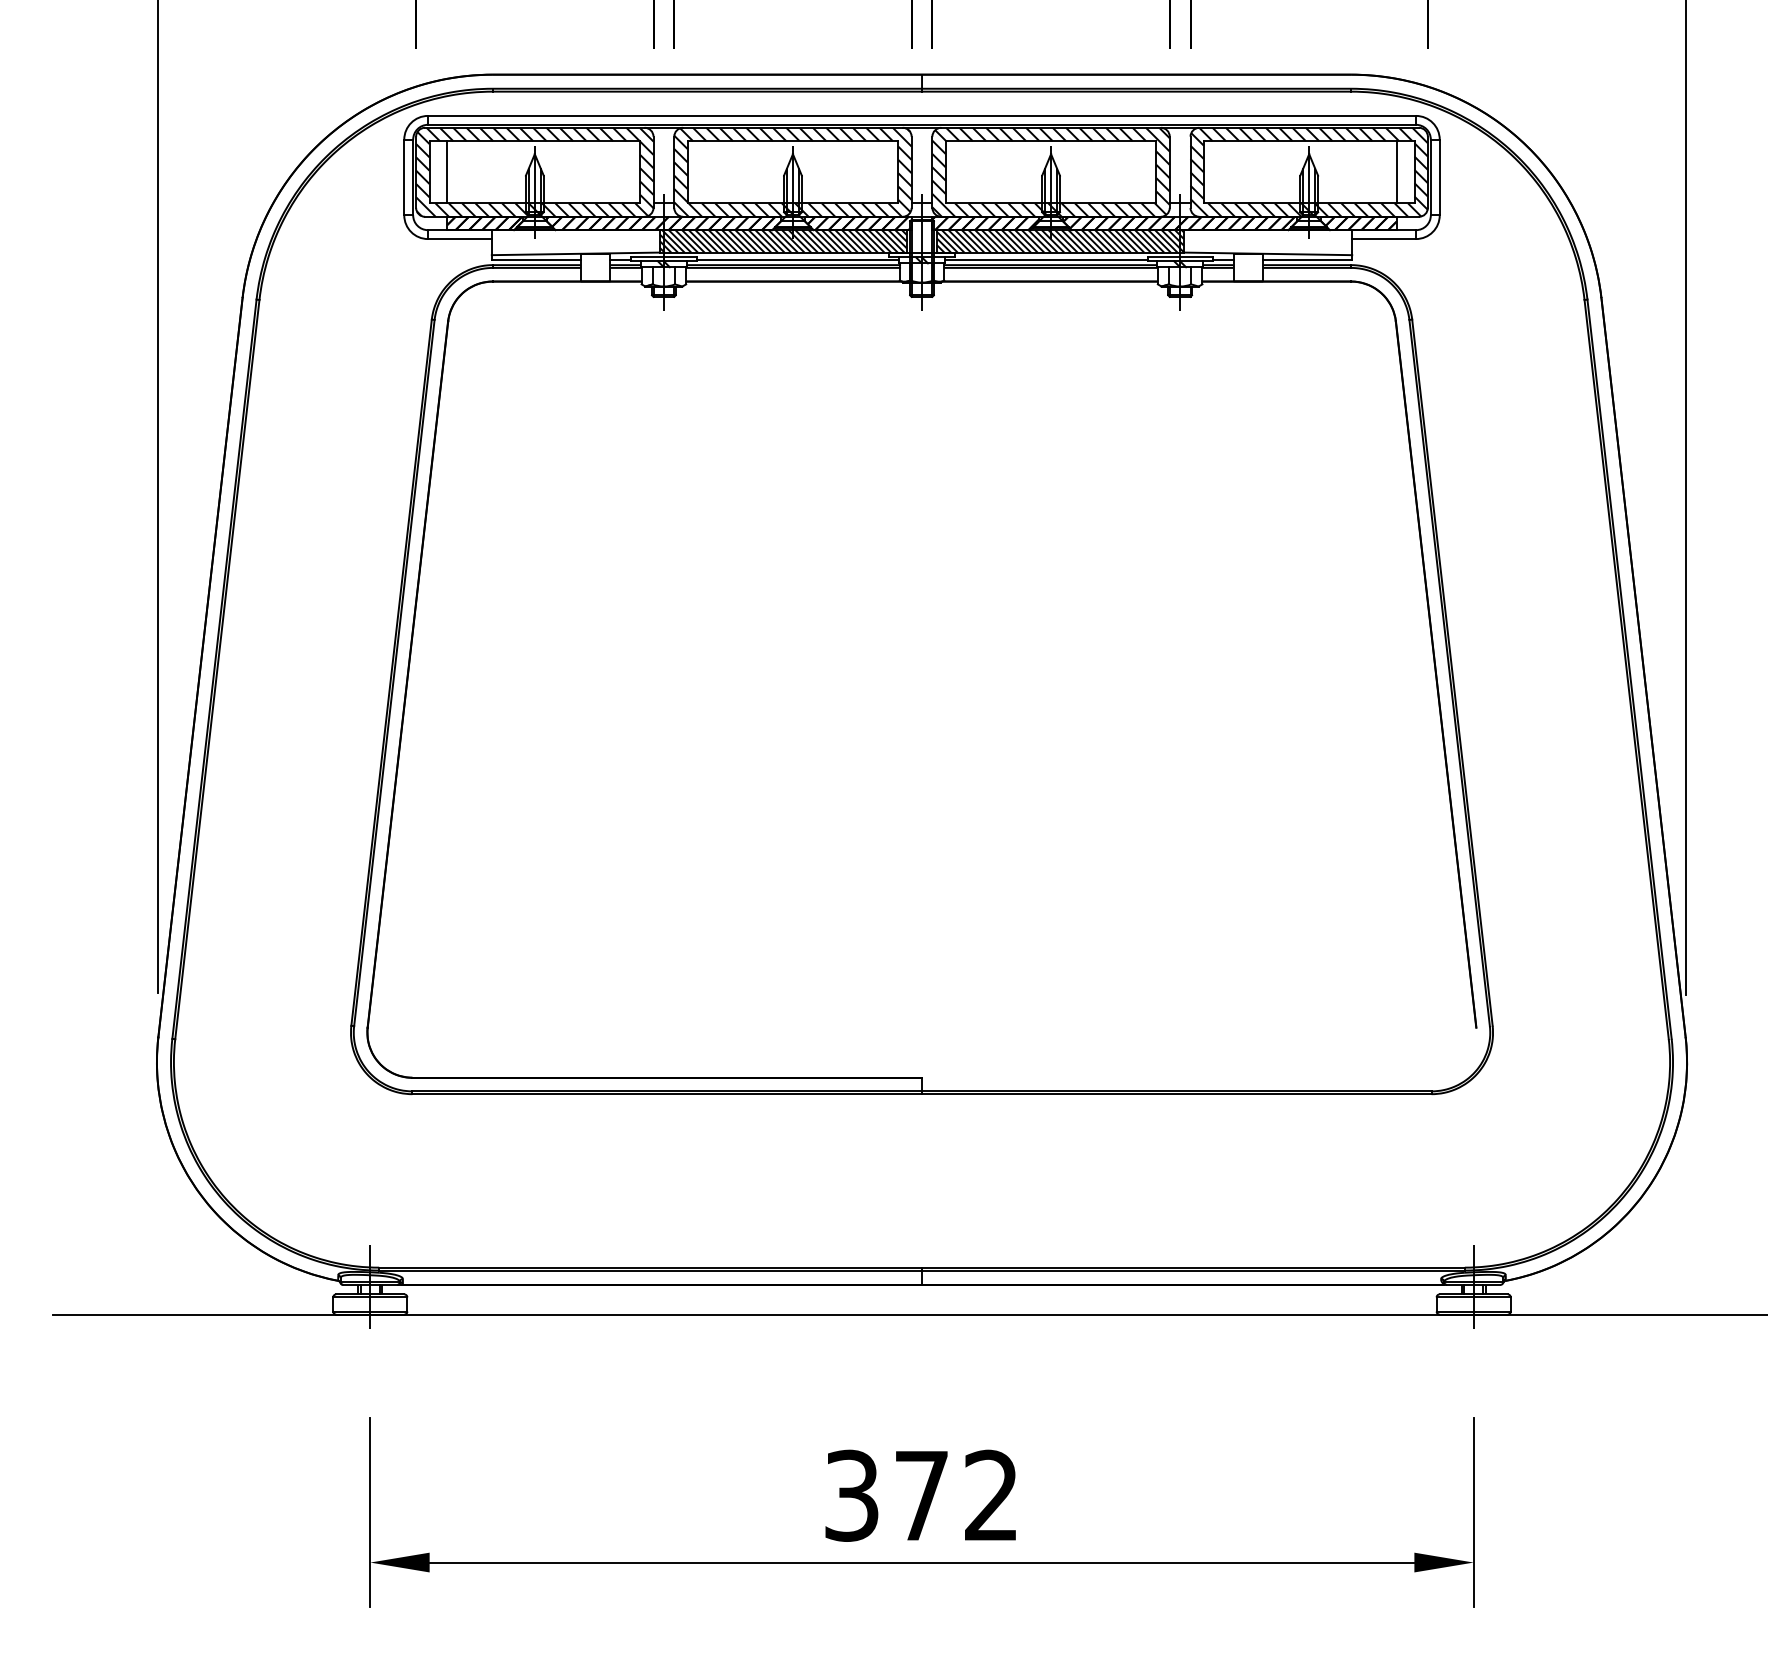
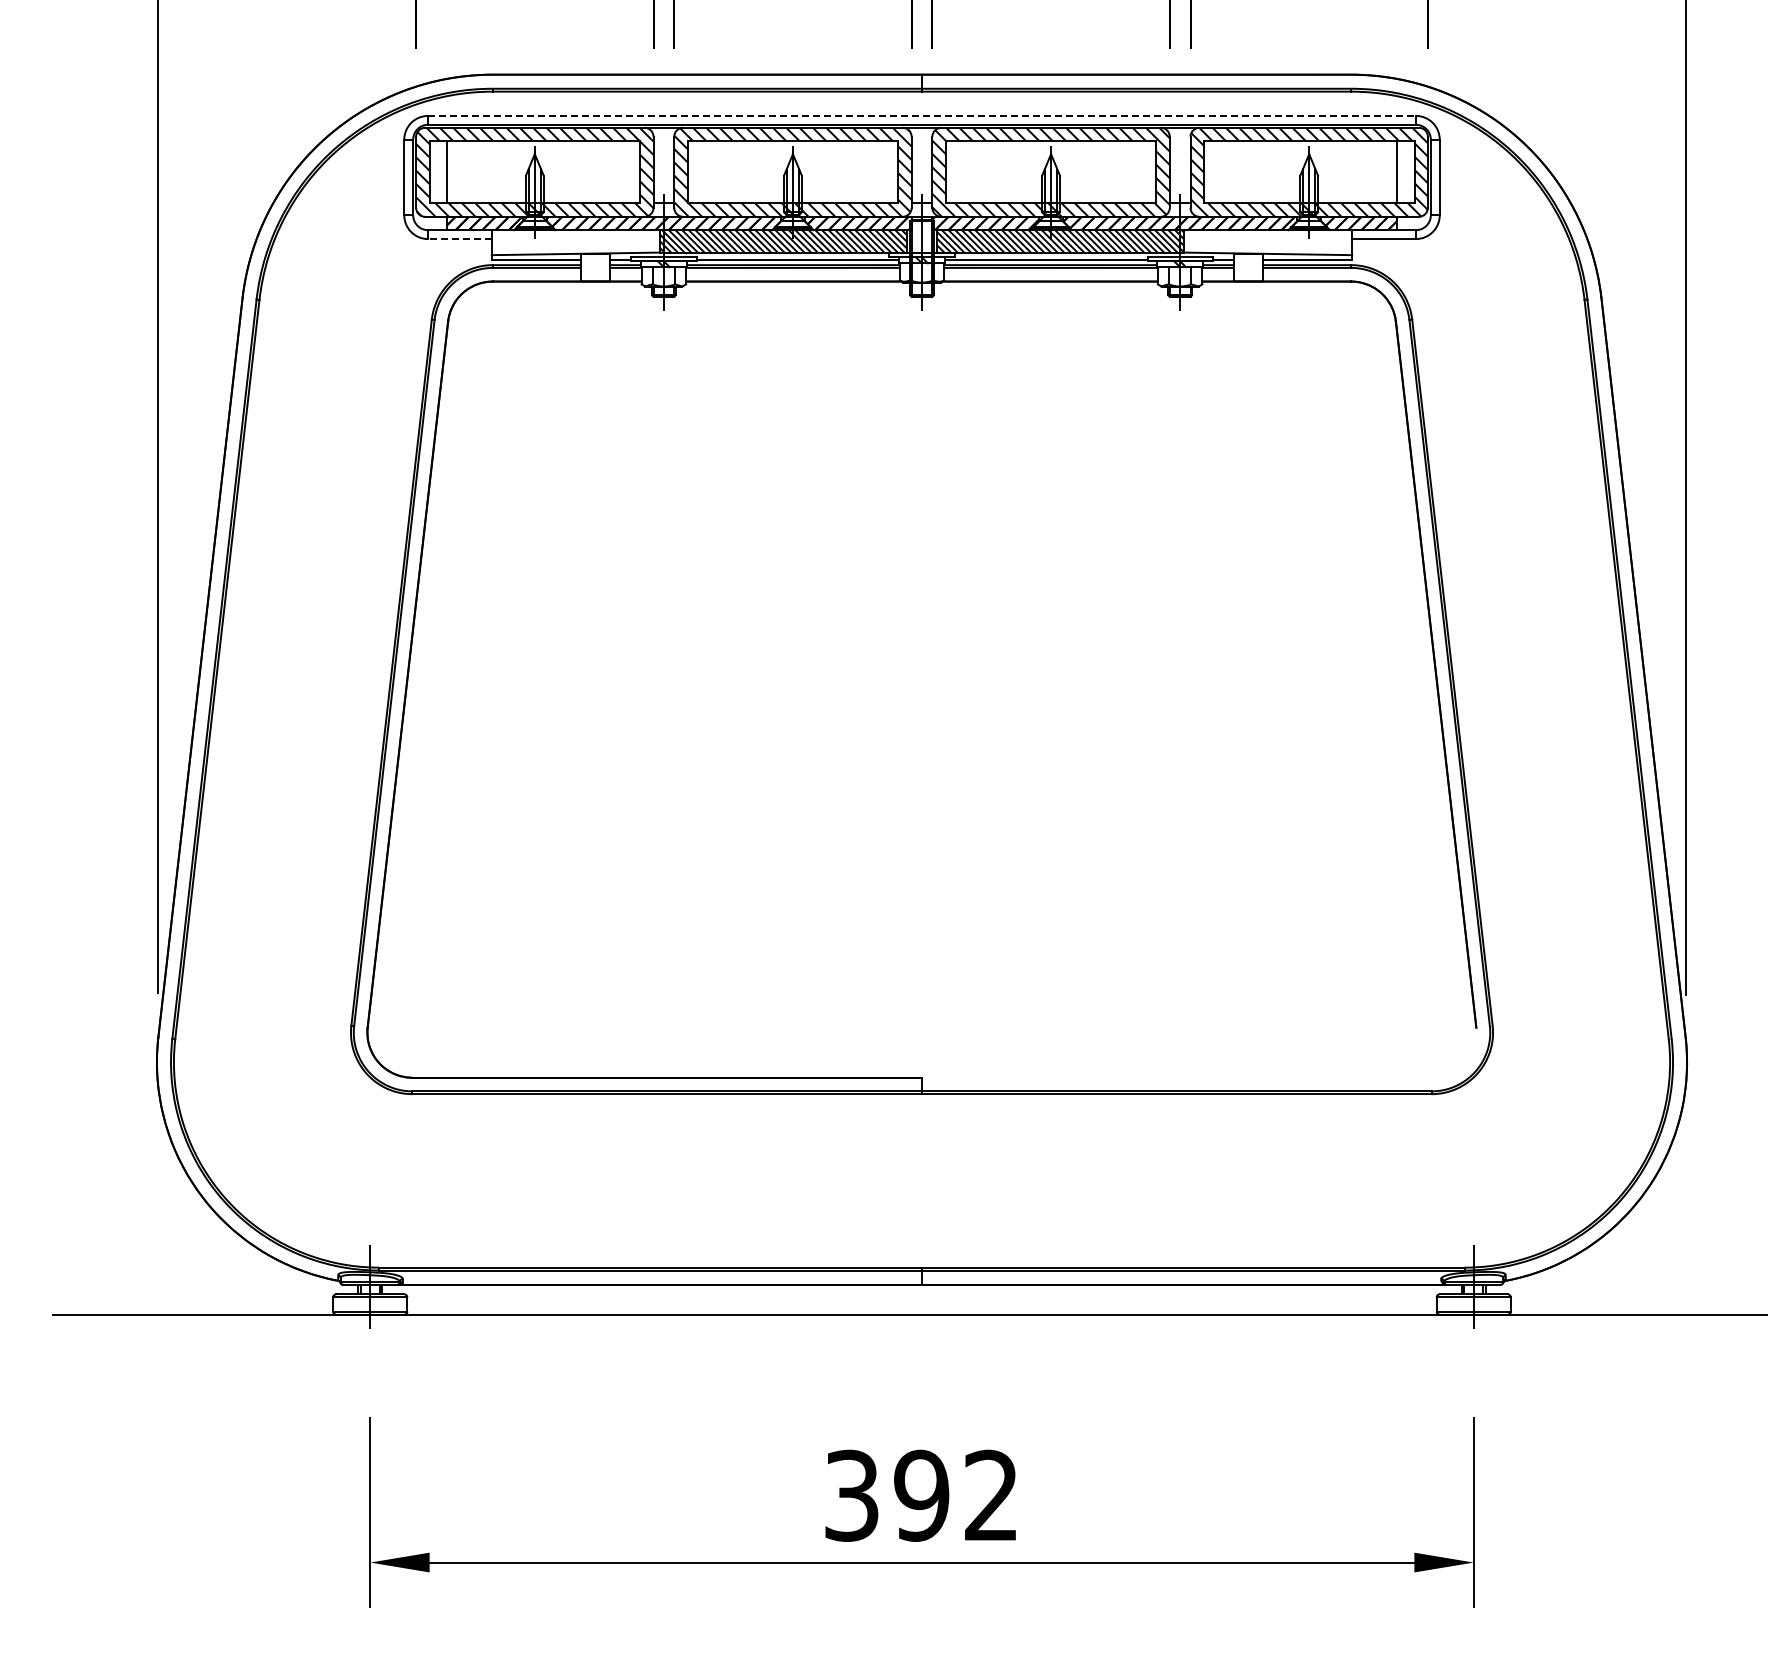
line at (922, 115): solid -> dashed
line at (459, 239): solid -> dashed
text at (921, 1495): 372 -> 392
